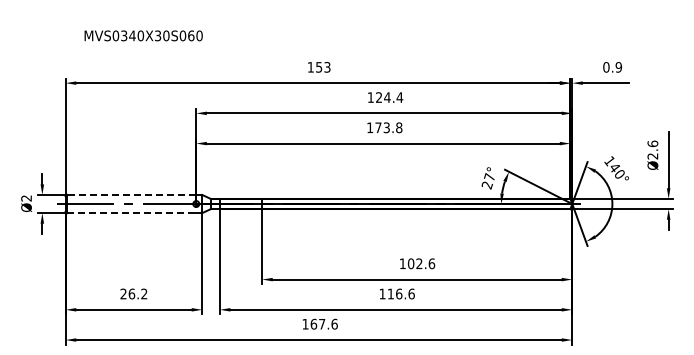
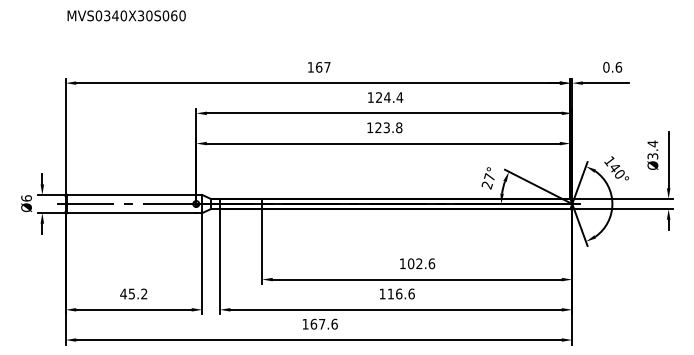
text at (143, 35) position: (143, 35) -> (126, 15)
text at (323, 67): 153 -> 167
text at (618, 67): 0.9 -> 0.6
text at (378, 127): 173.8 -> 123.8
text at (652, 149): Ø2.6 -> Ø3.4
line at (131, 194): dashed -> solid
text at (26, 198): Ø2 -> Ø6
line at (131, 213): dashed -> solid
text at (127, 293): 26.2 -> 45.2
